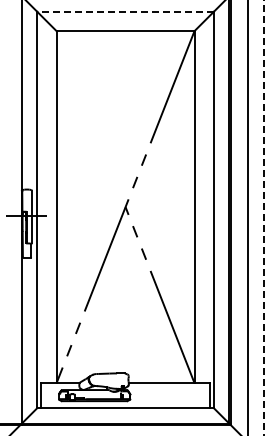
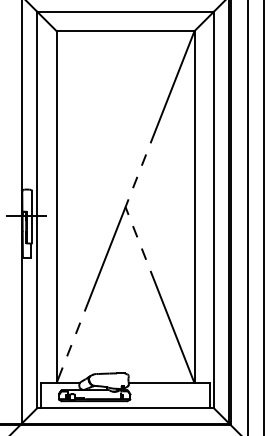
line at (125, 11): dashed -> solid
line at (264, 217): dashed -> solid
